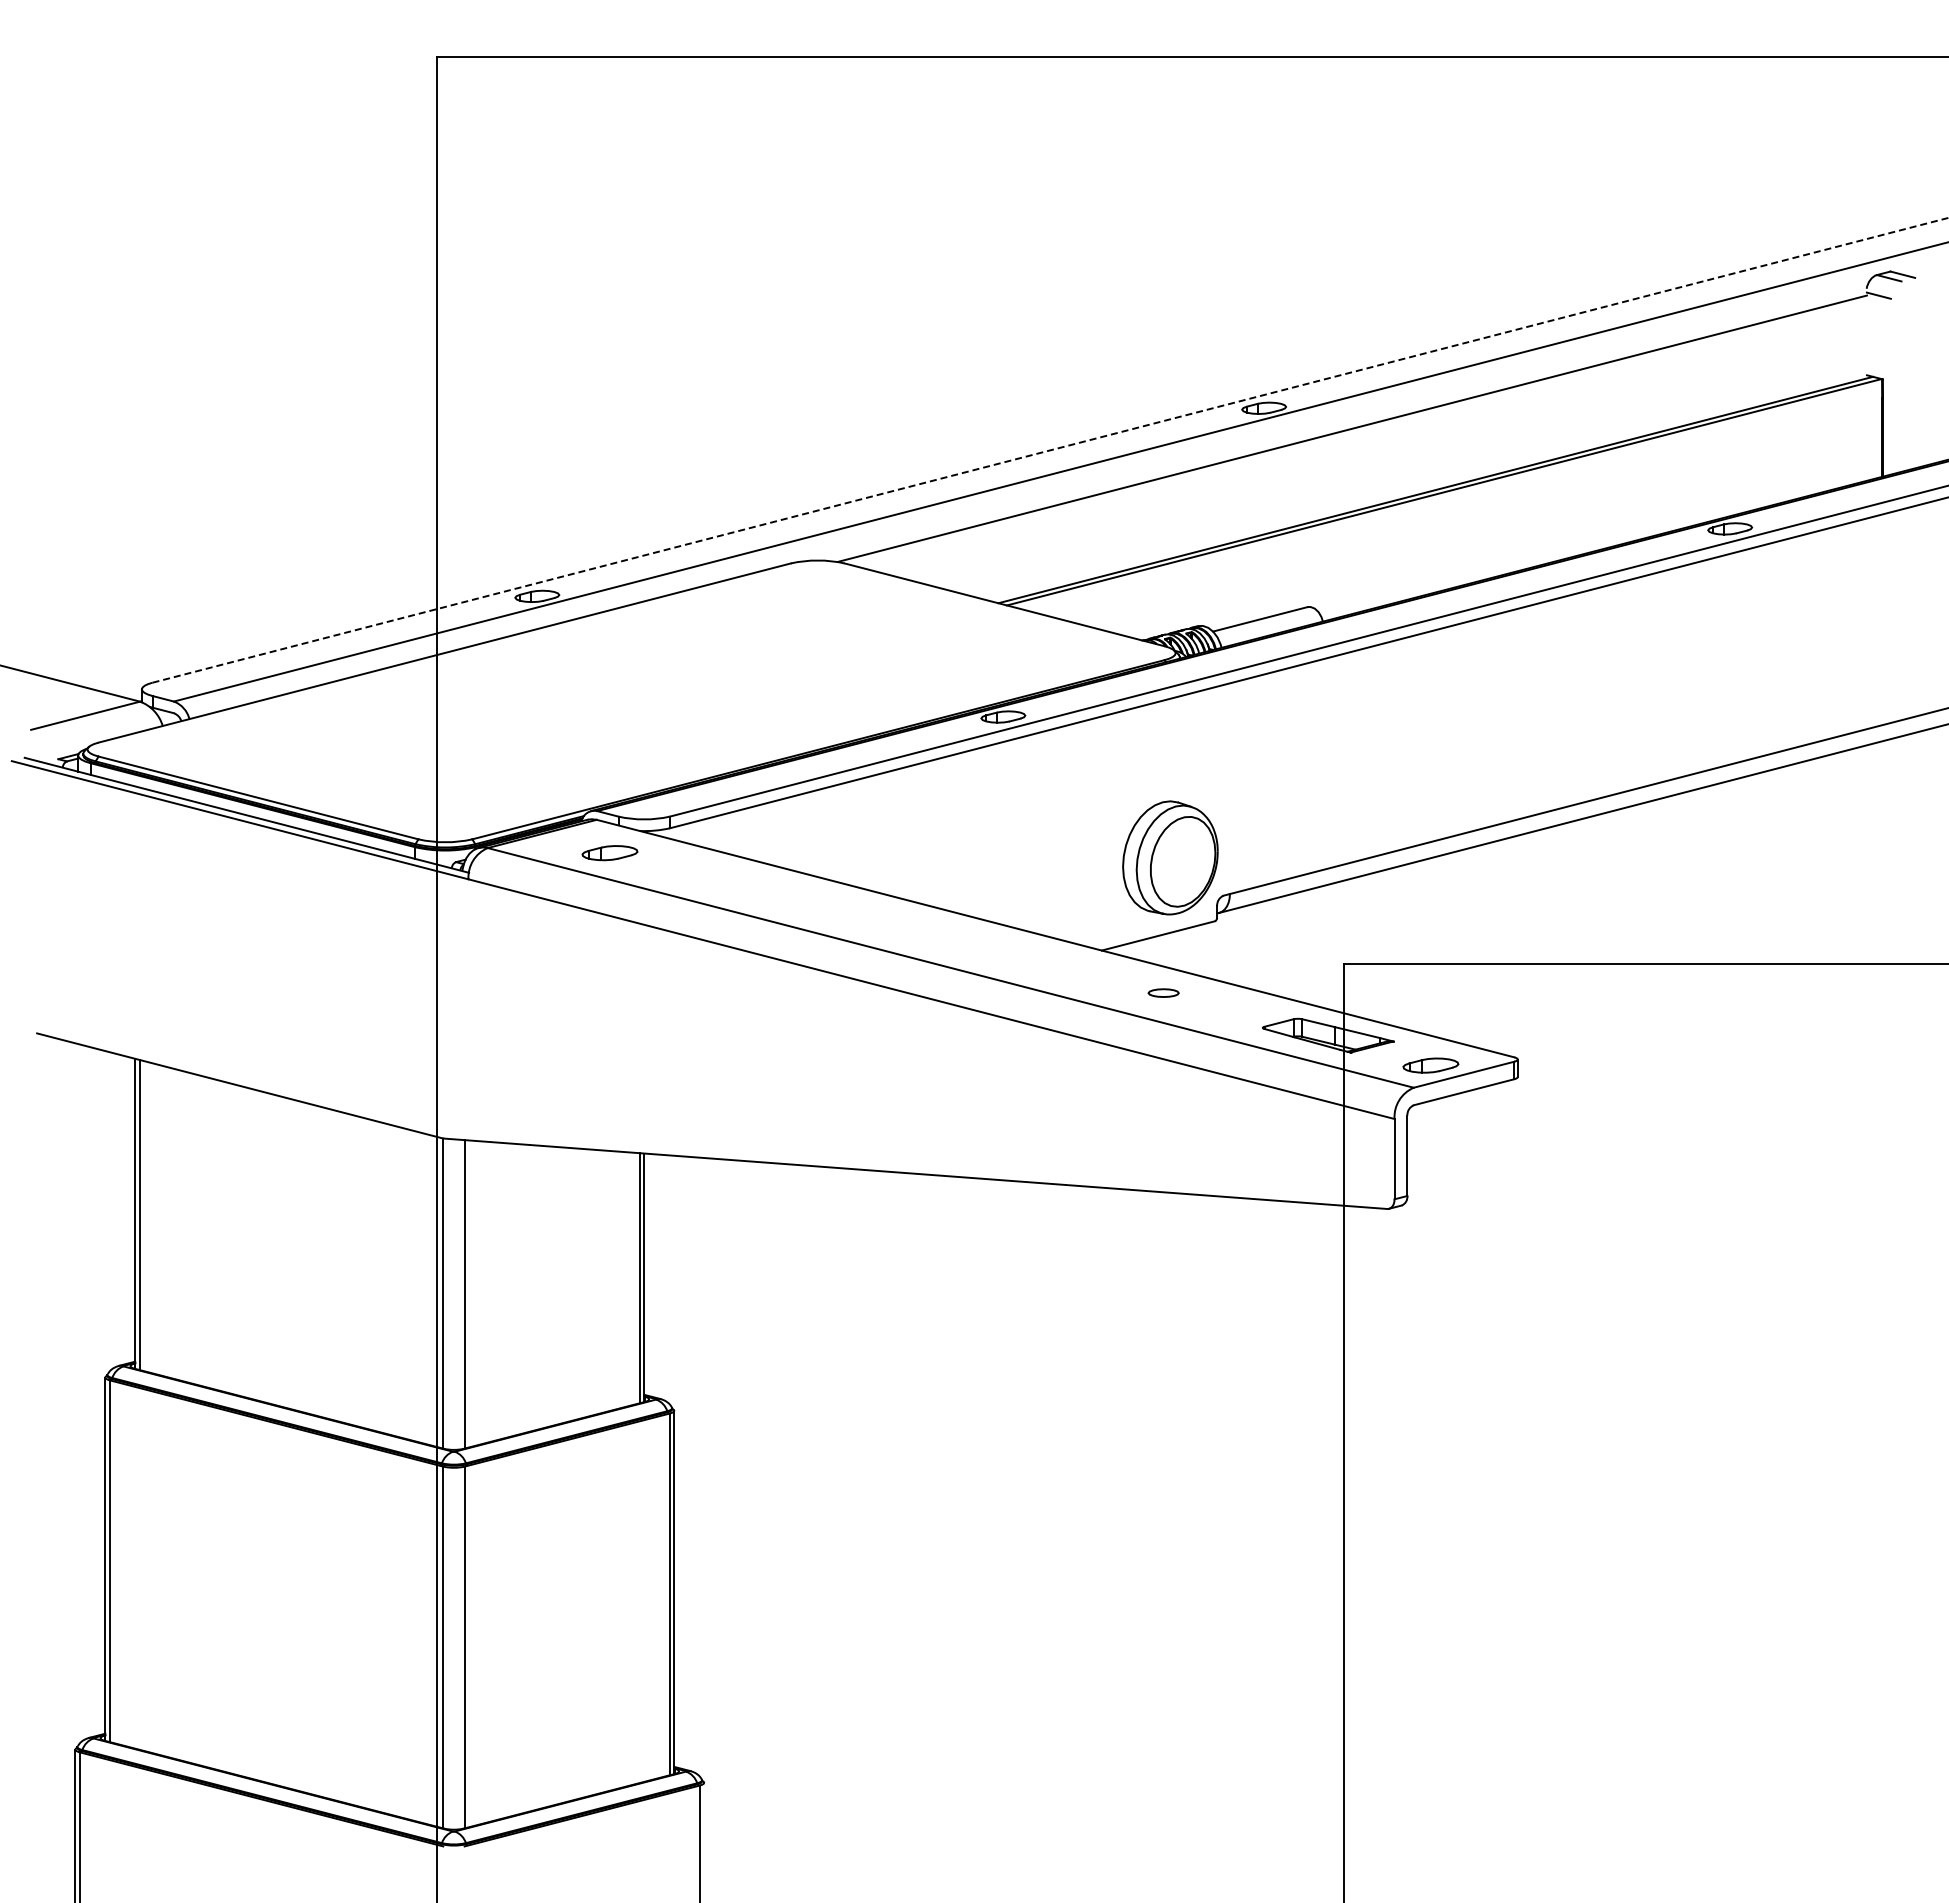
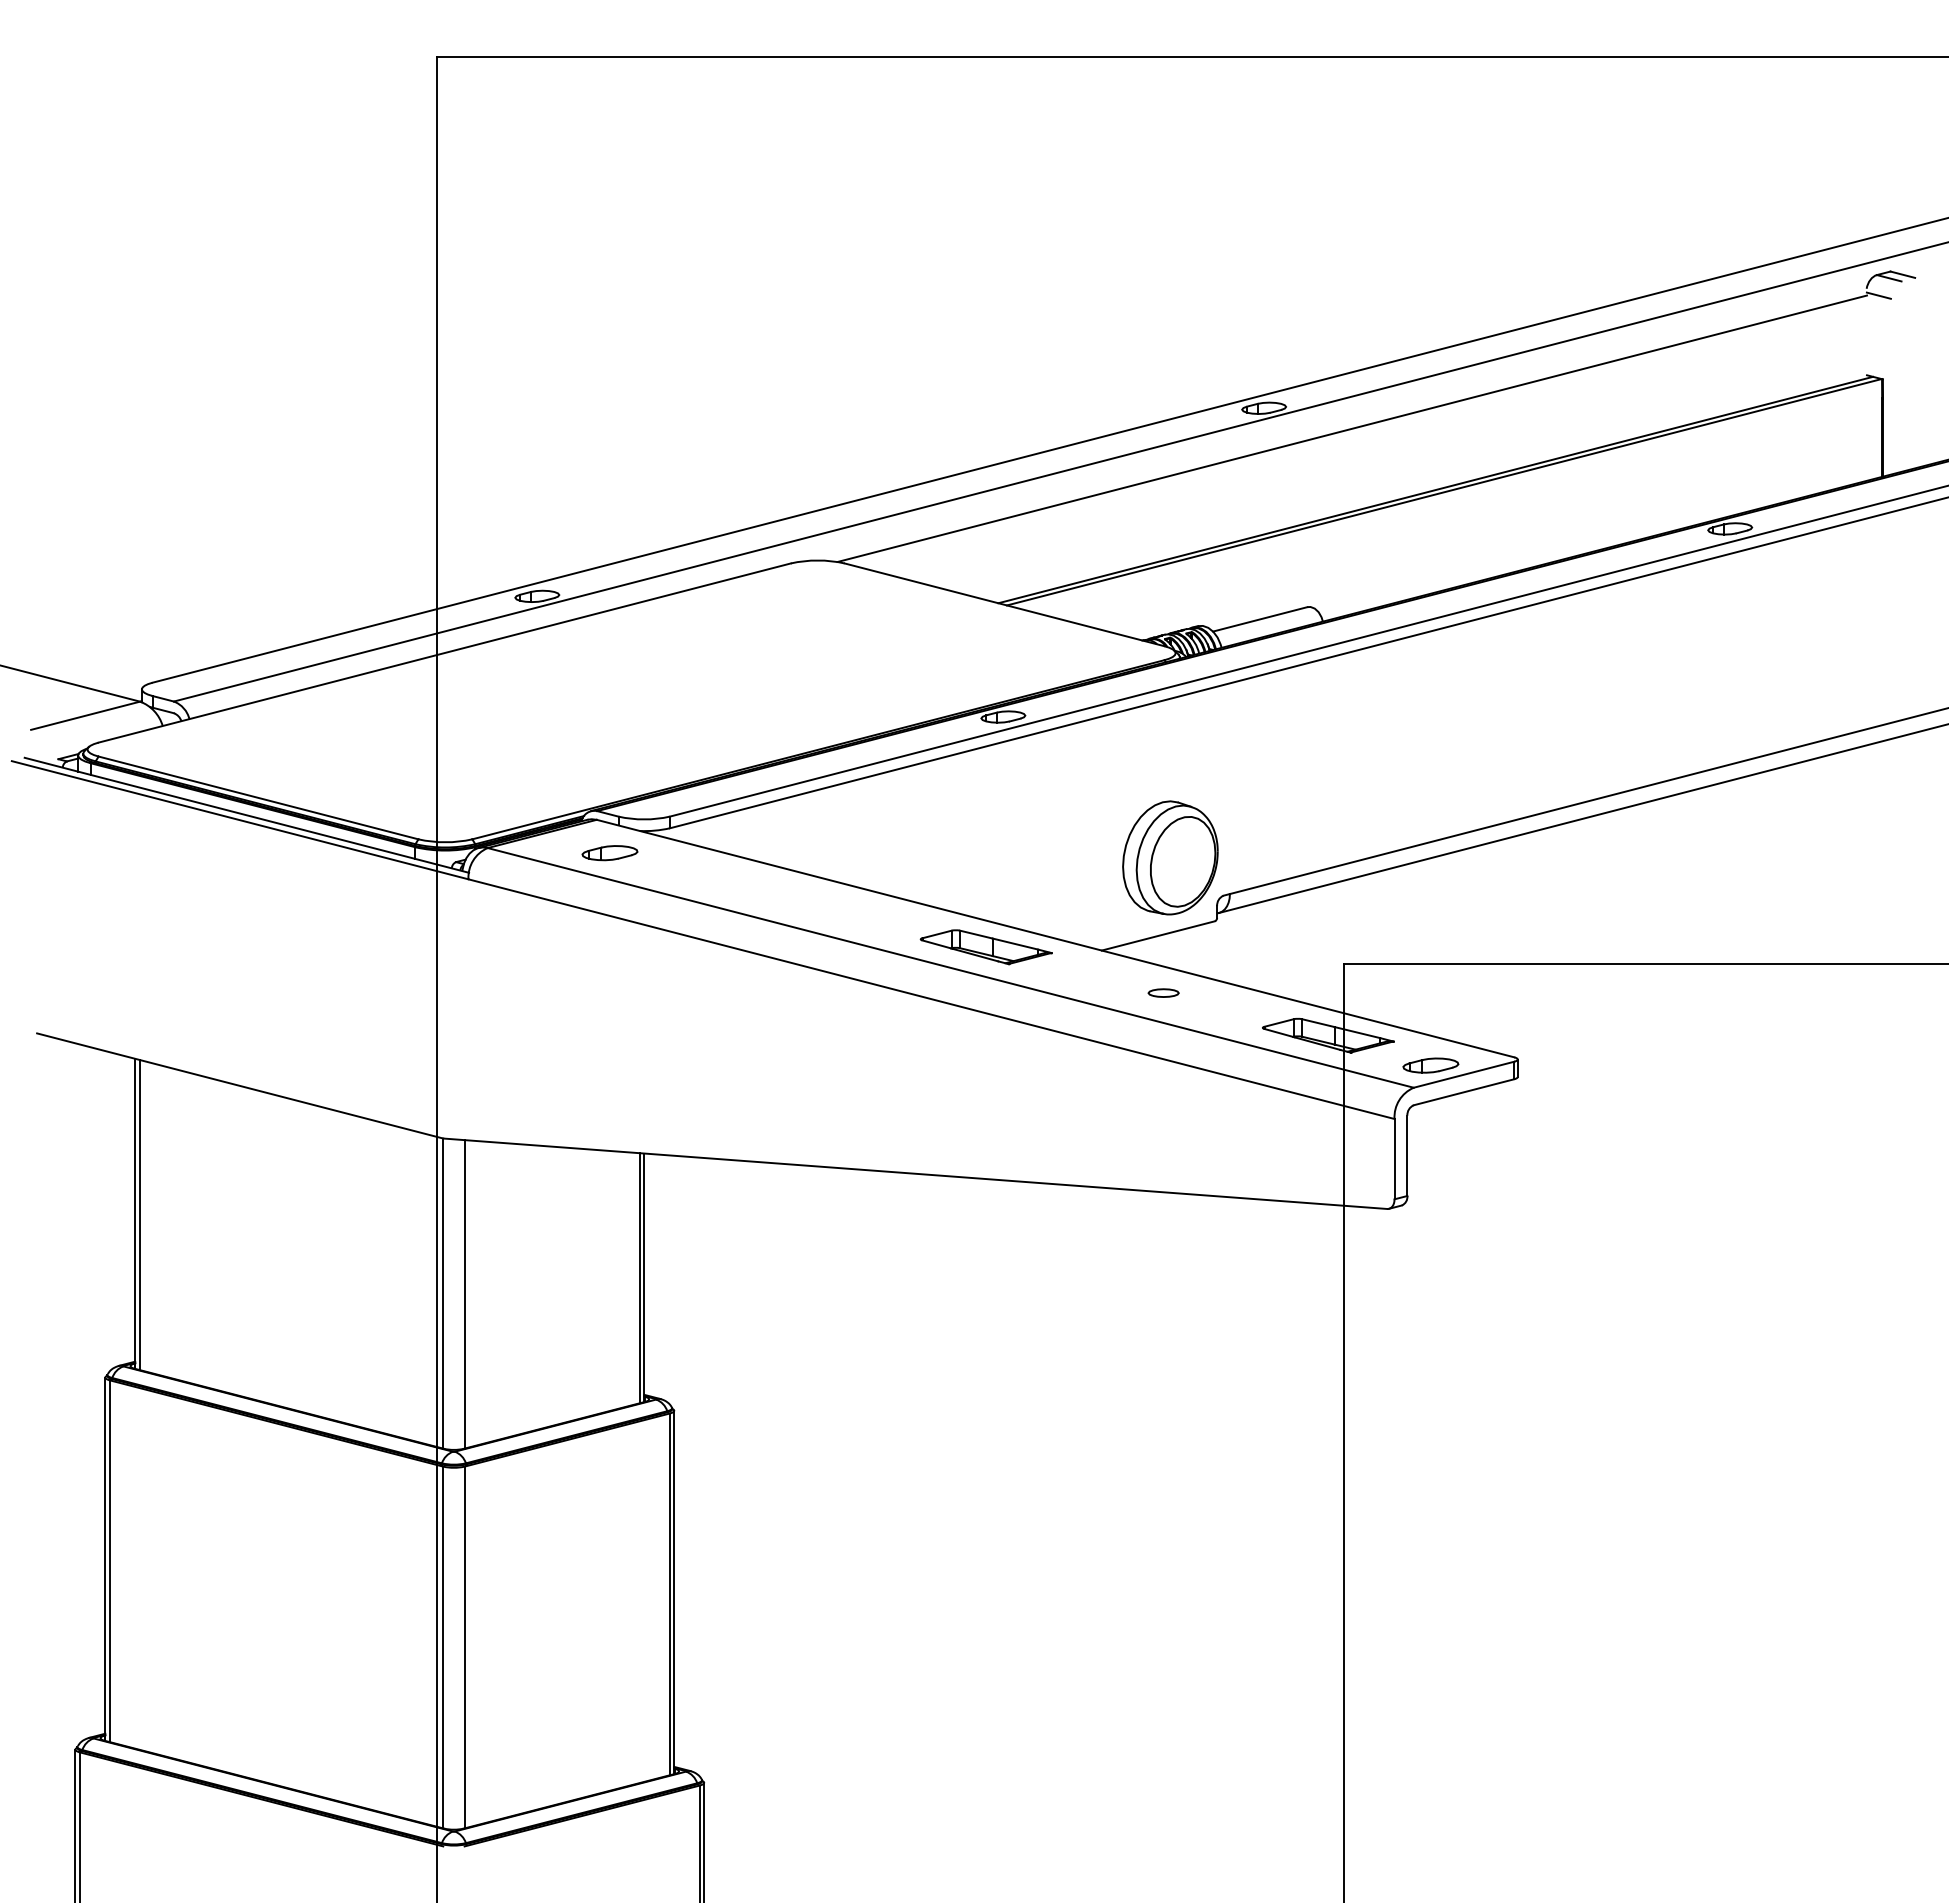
line at (1050, 450): dashed -> solid
part at (985, 947): none -> present
line at (704, 1840): none -> present
